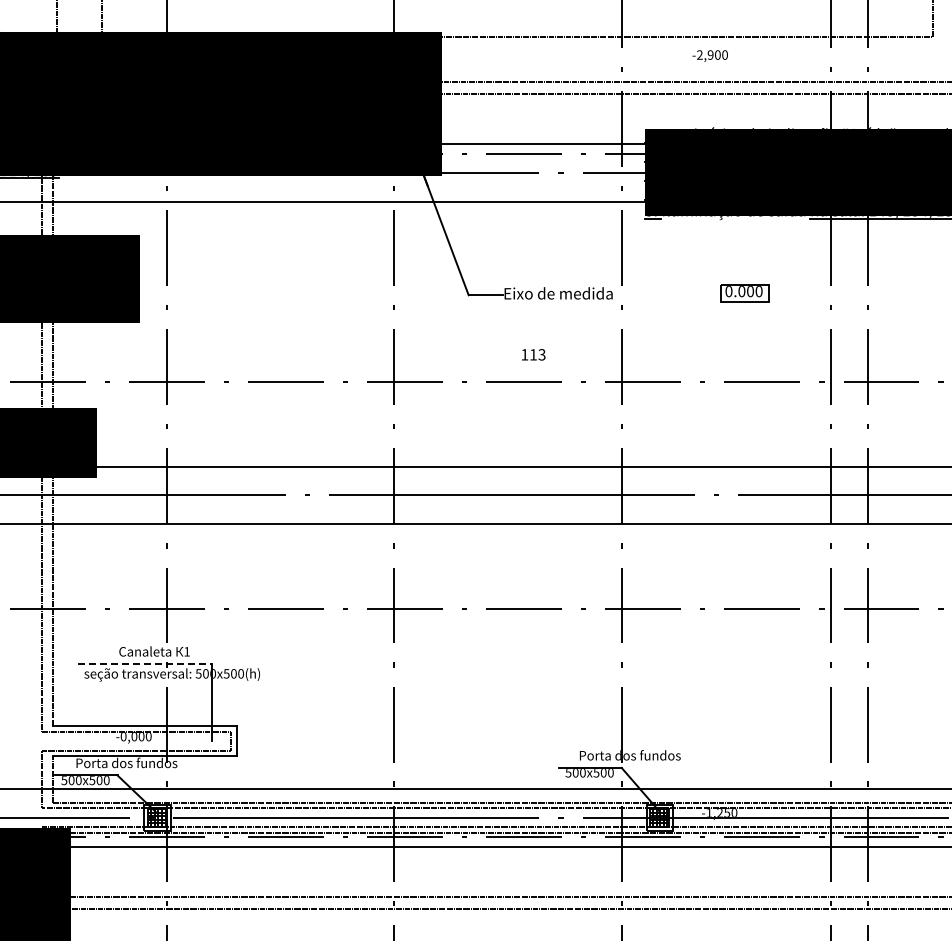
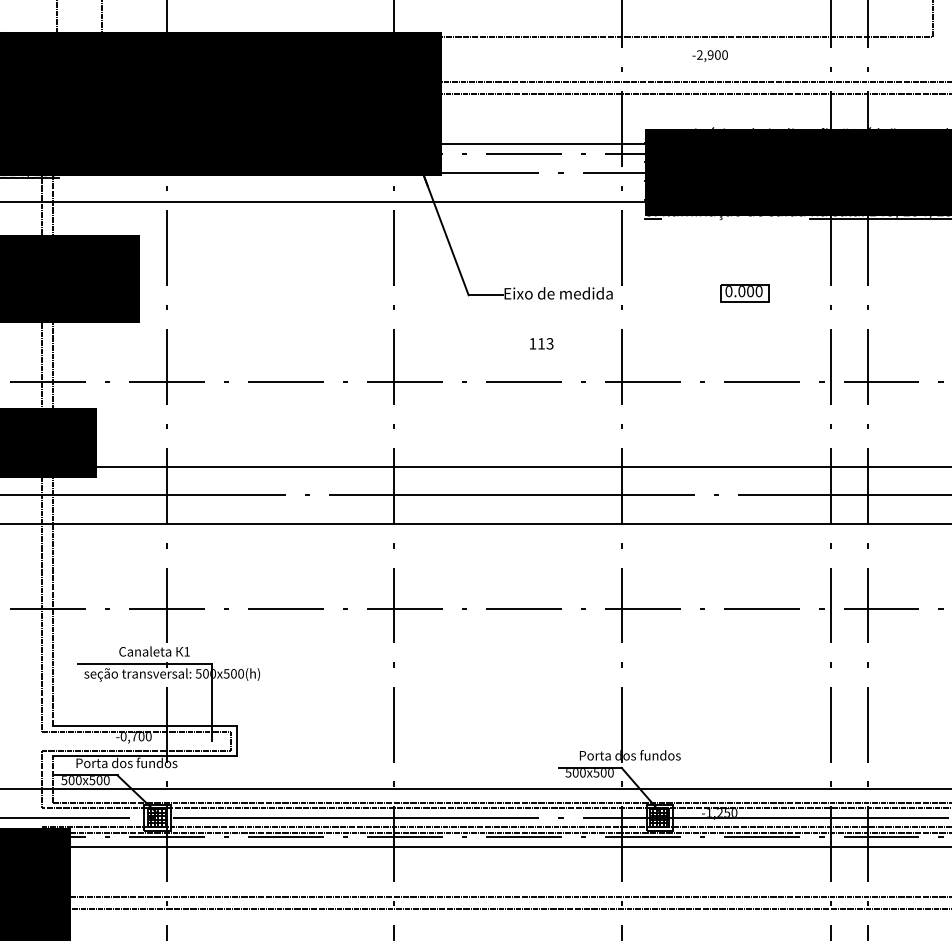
text at (533, 354) position: (533, 354) -> (541, 343)
line at (145, 664): dashed -> solid
text at (134, 737): -0,000 -> -0,700
